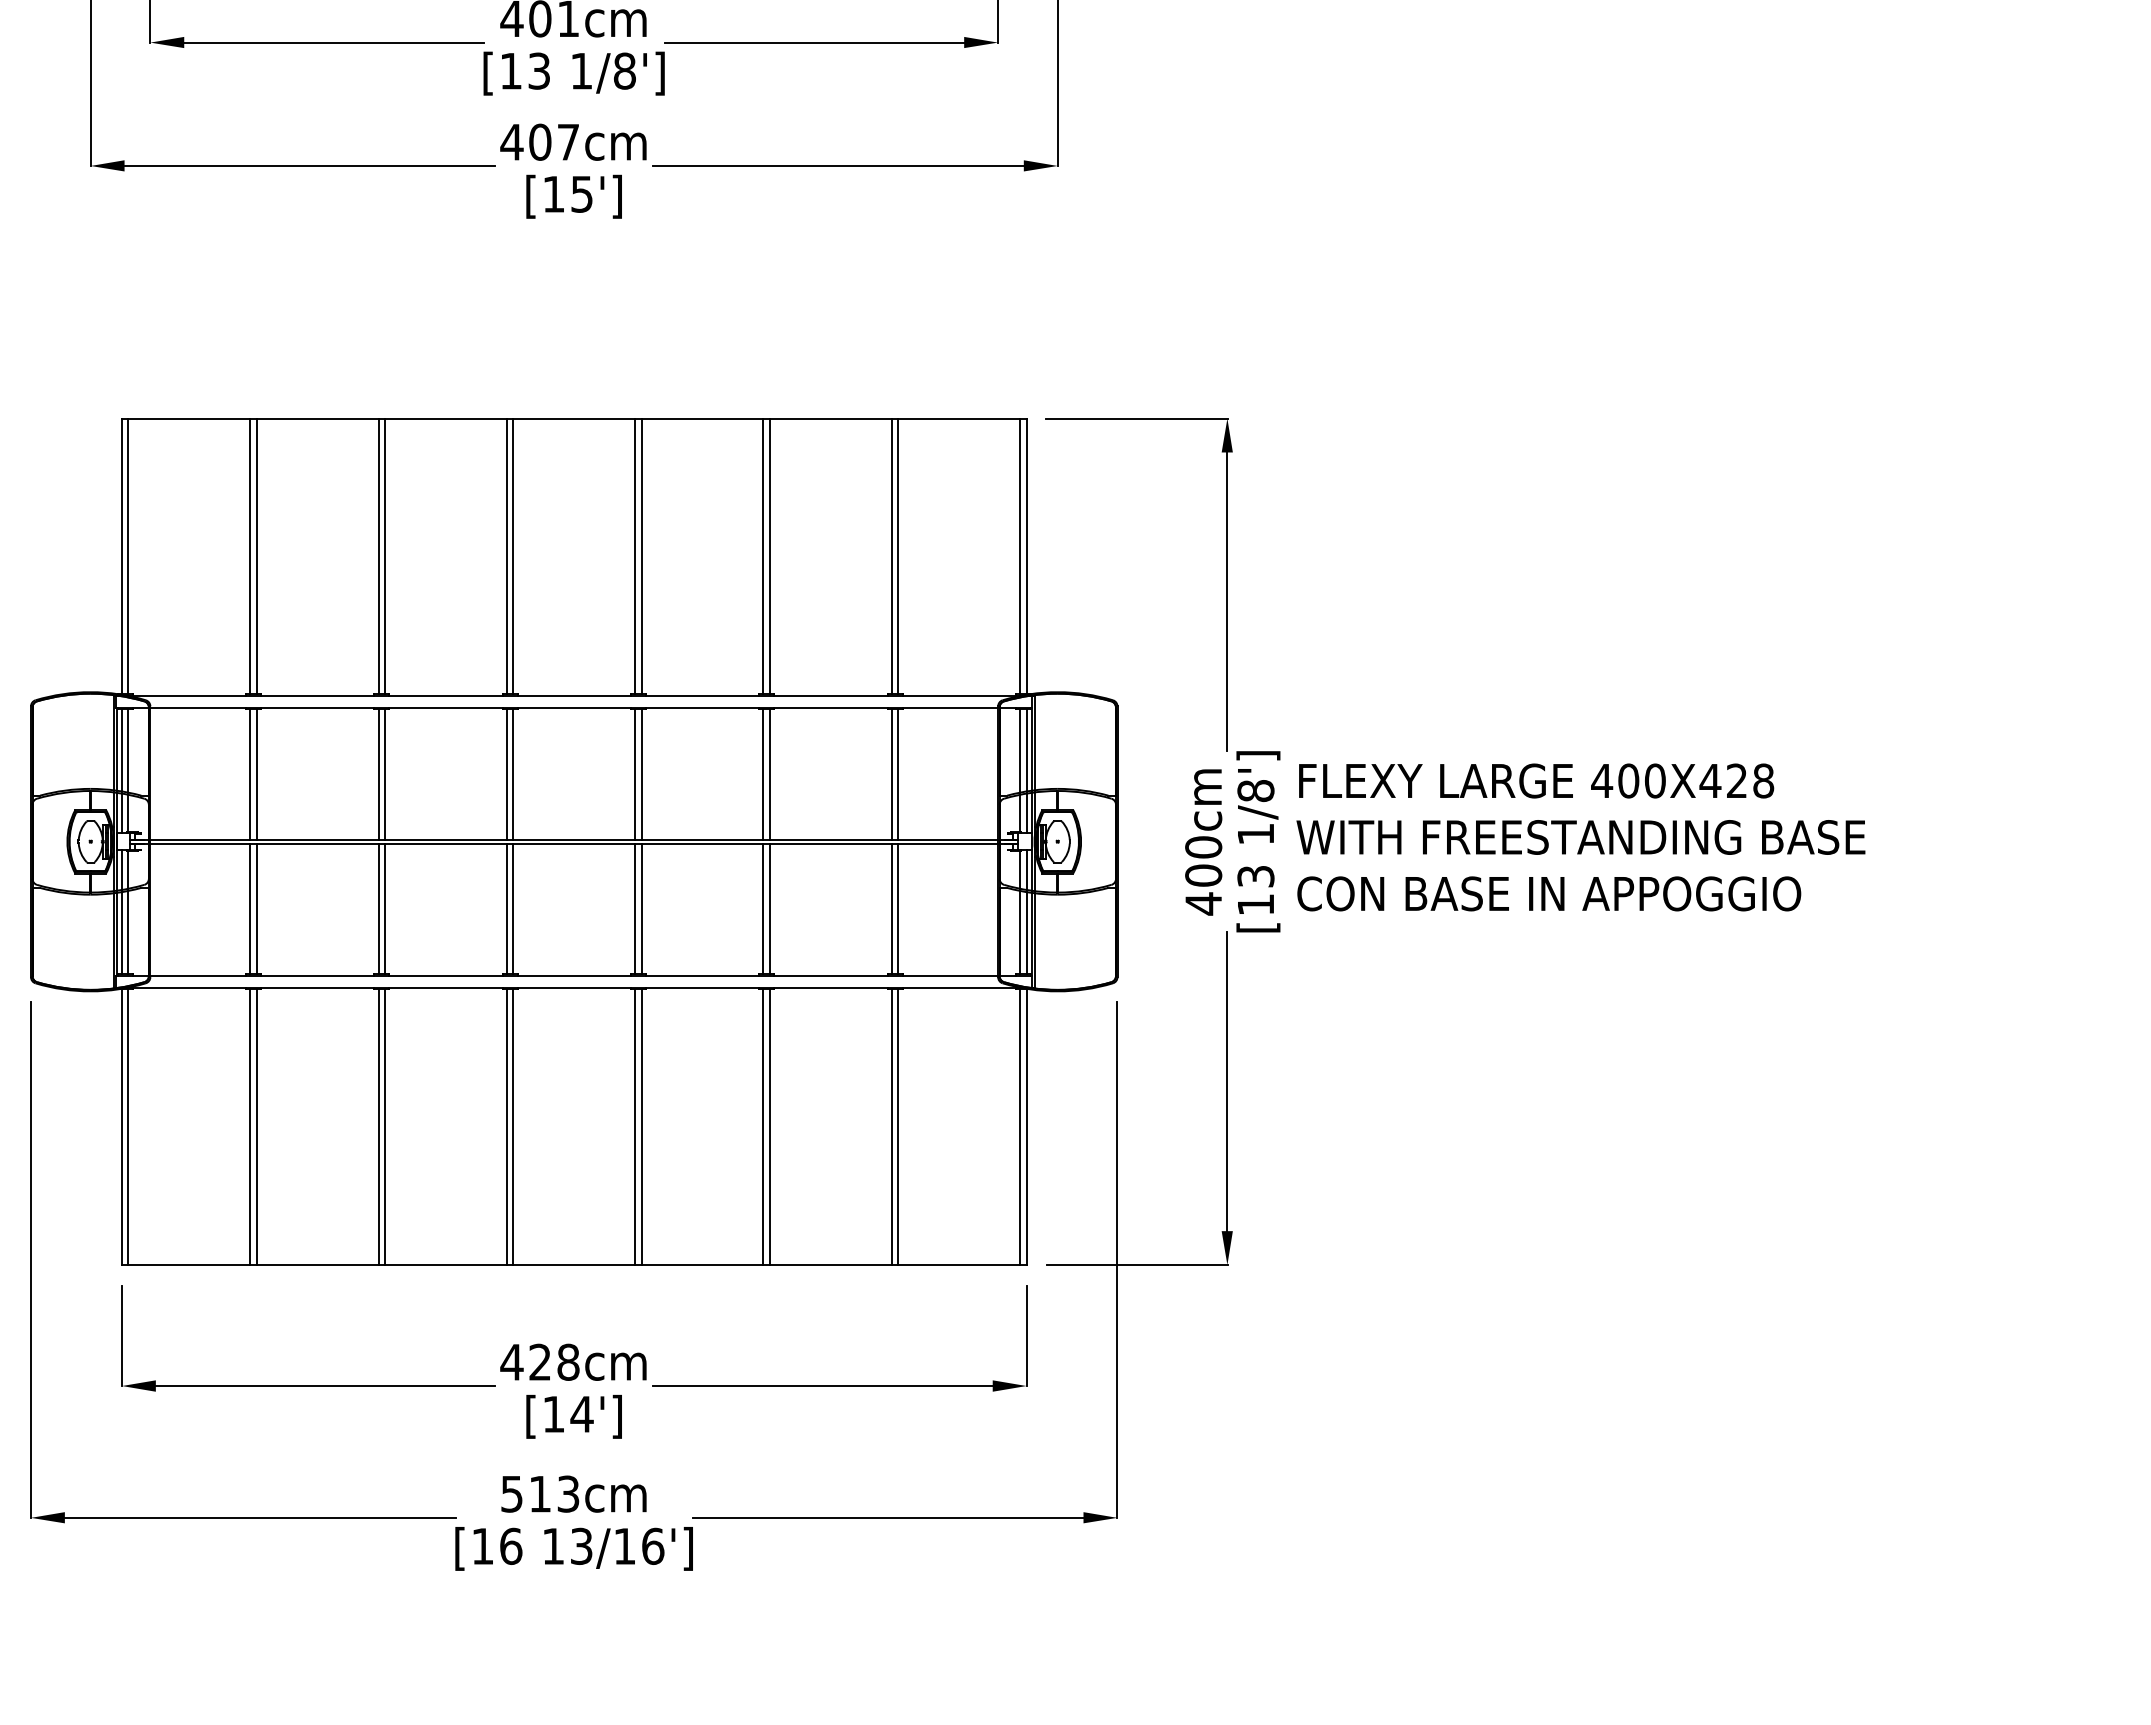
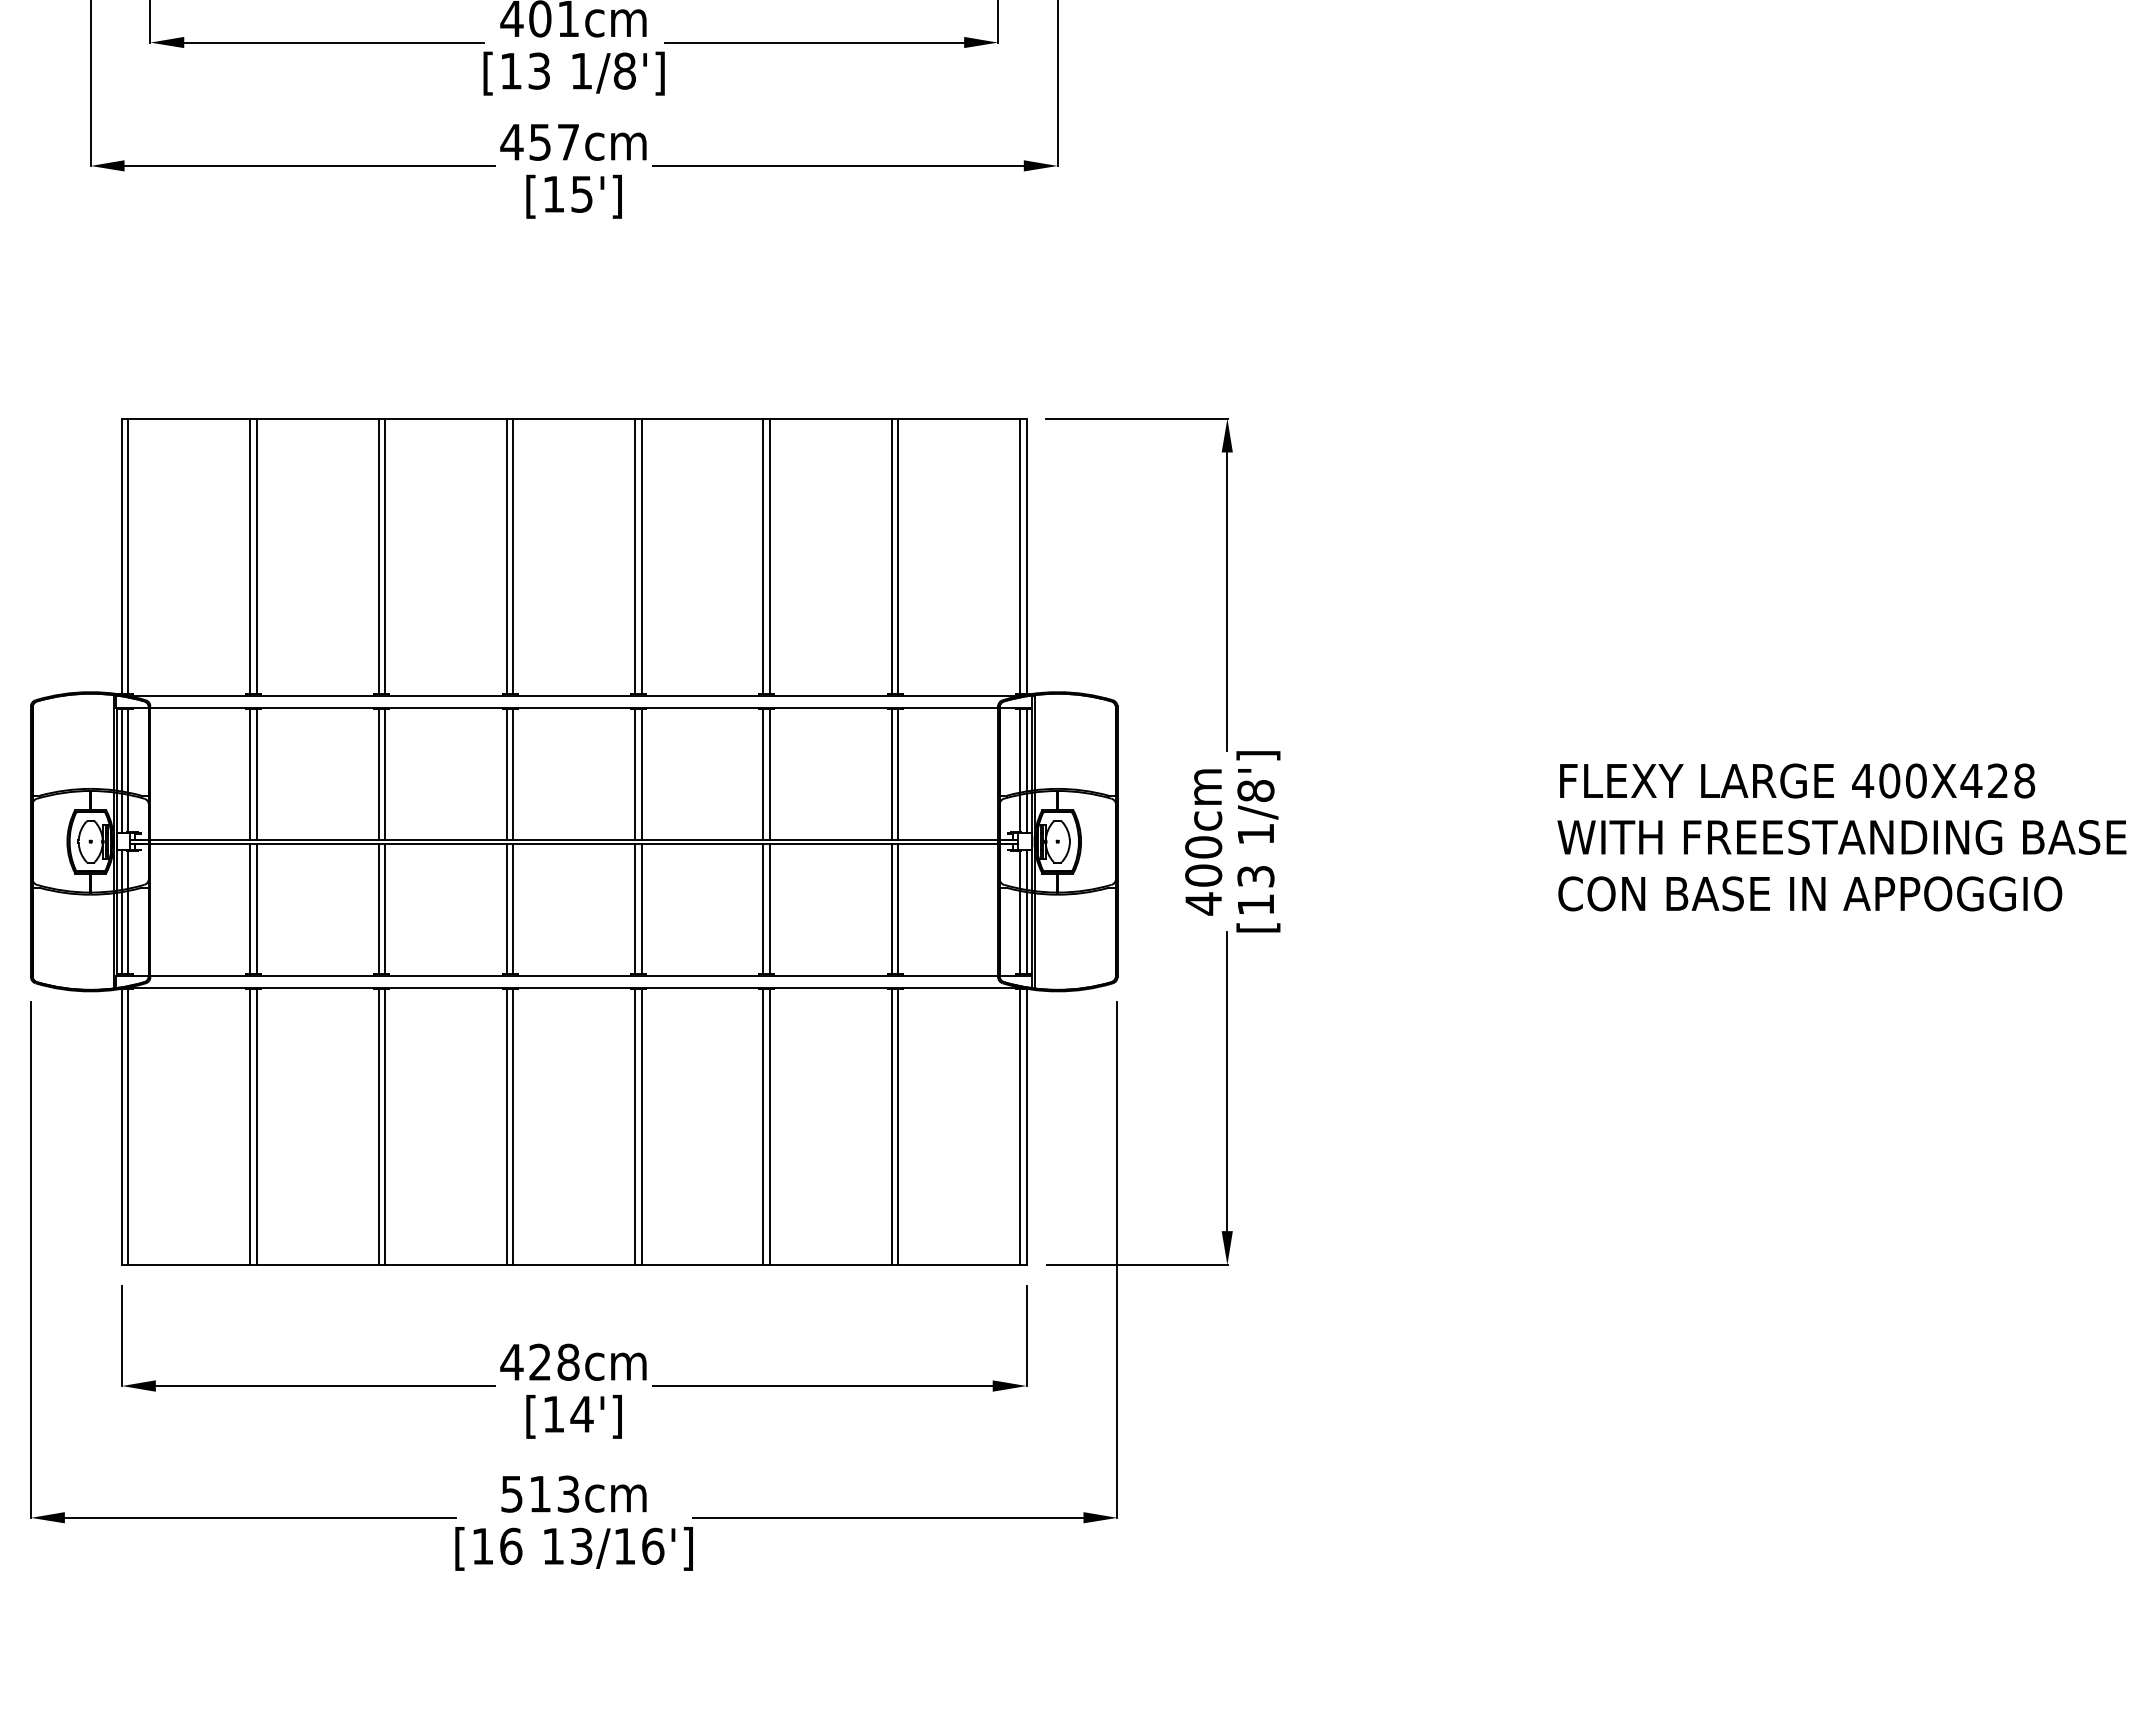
text at (540, 141): 407cm -> 457cm
text at (1580, 837) position: (1580, 837) -> (1841, 837)
